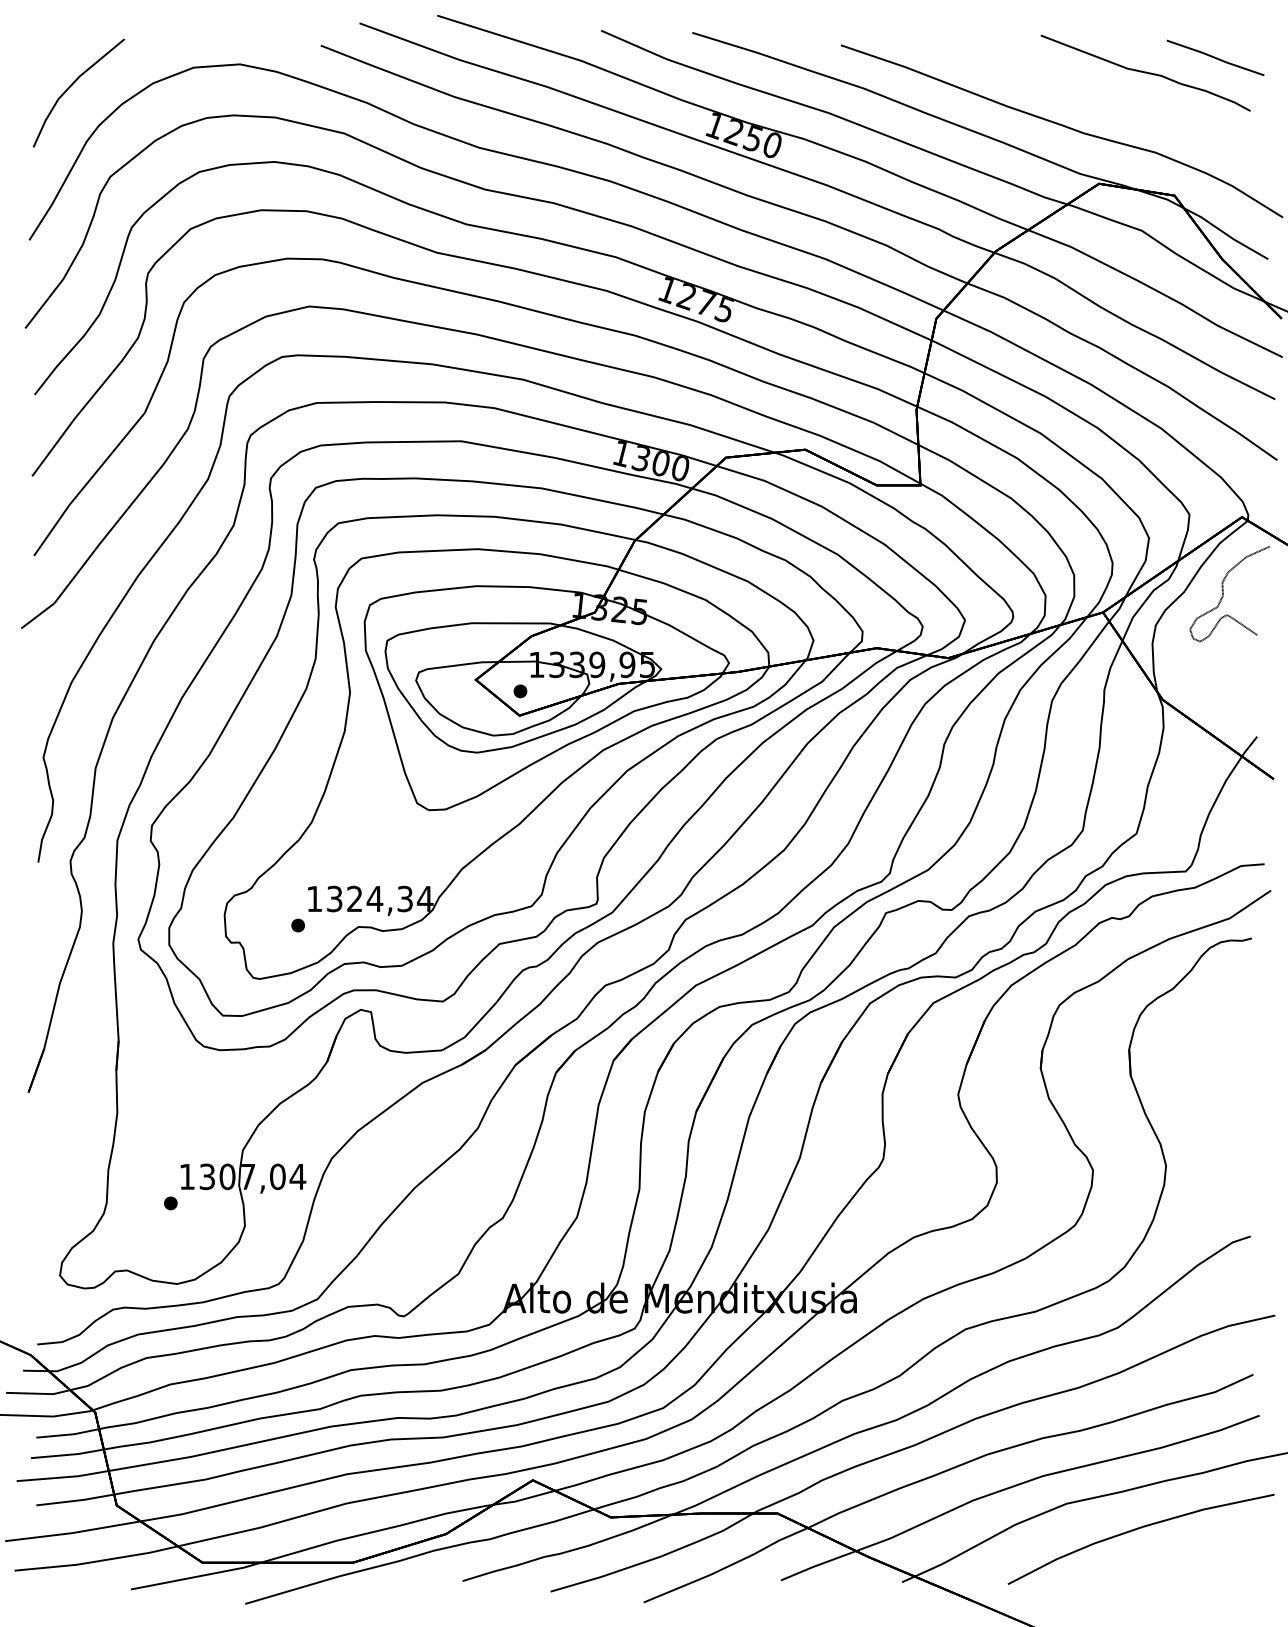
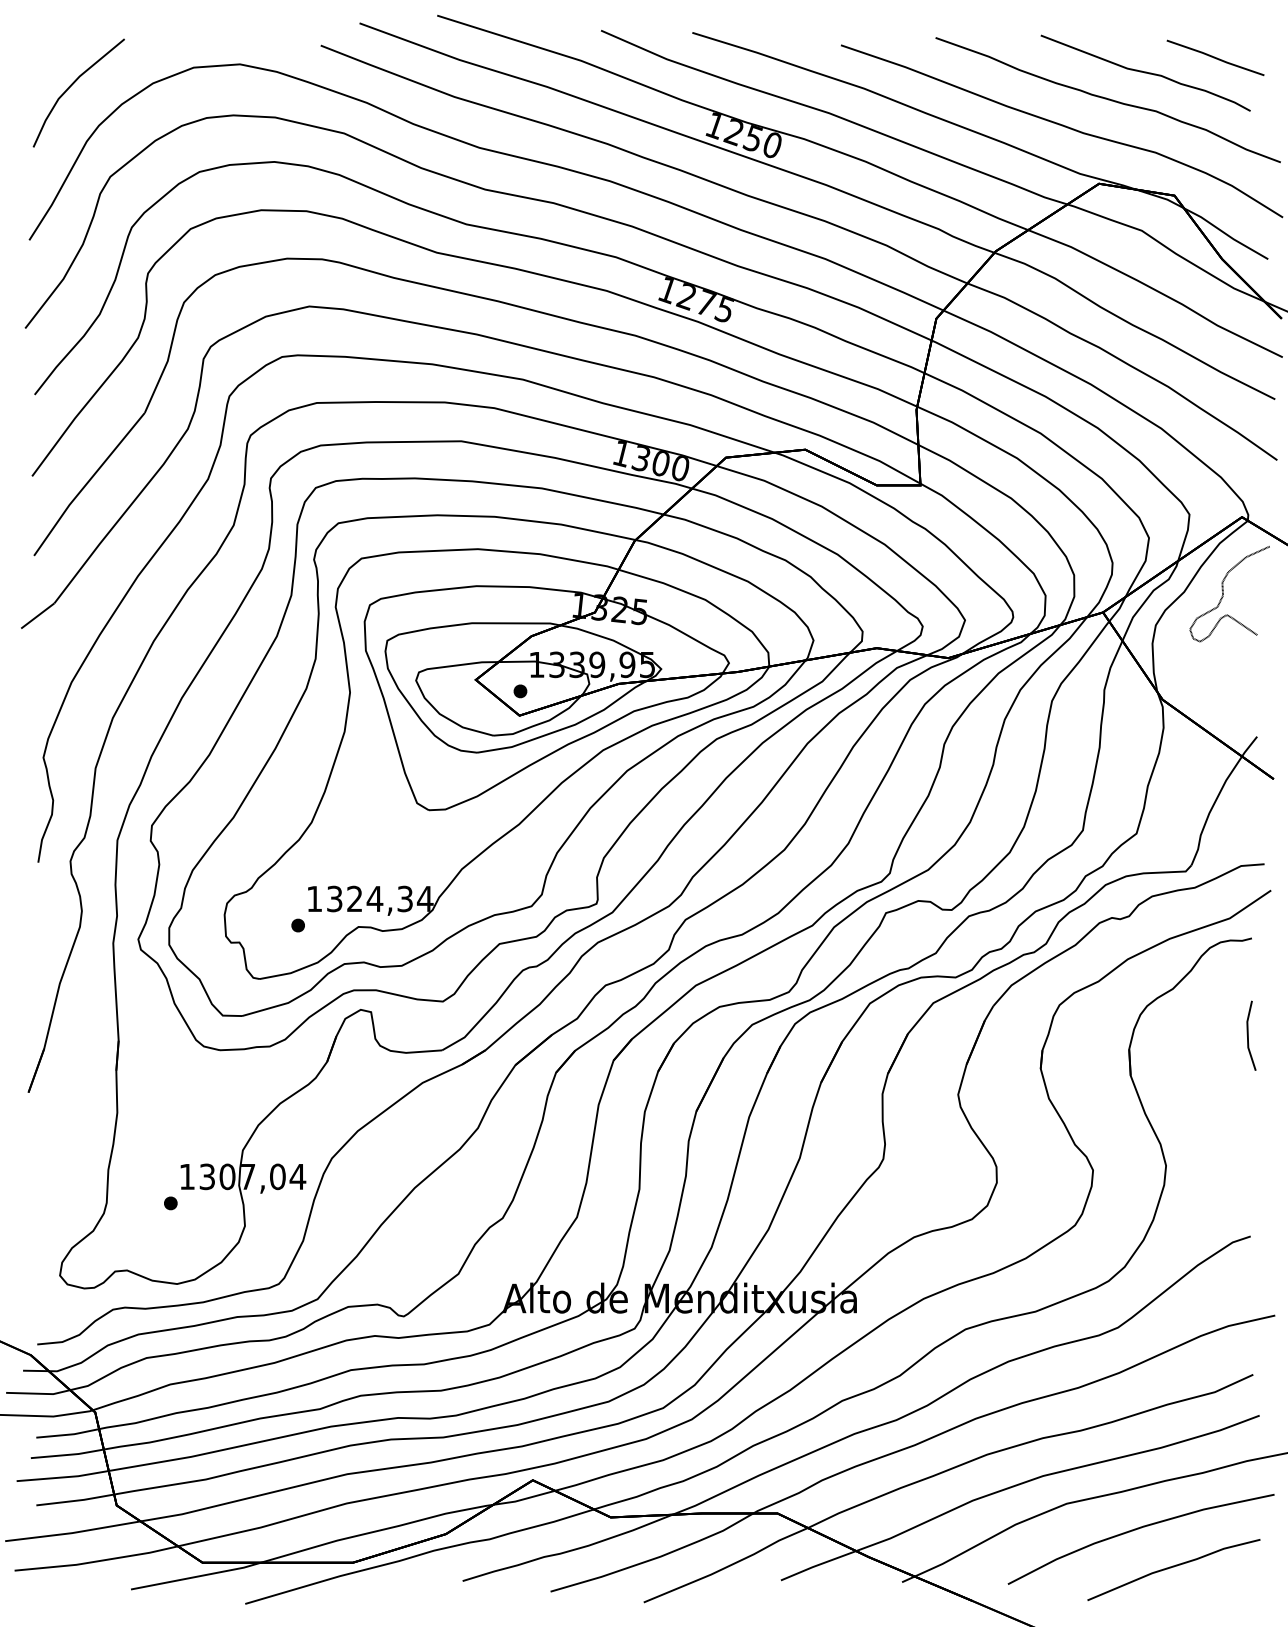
curve at (1107, 99): none -> present
line at (1248, 1035): none -> present
line at (1173, 1567): none -> present
